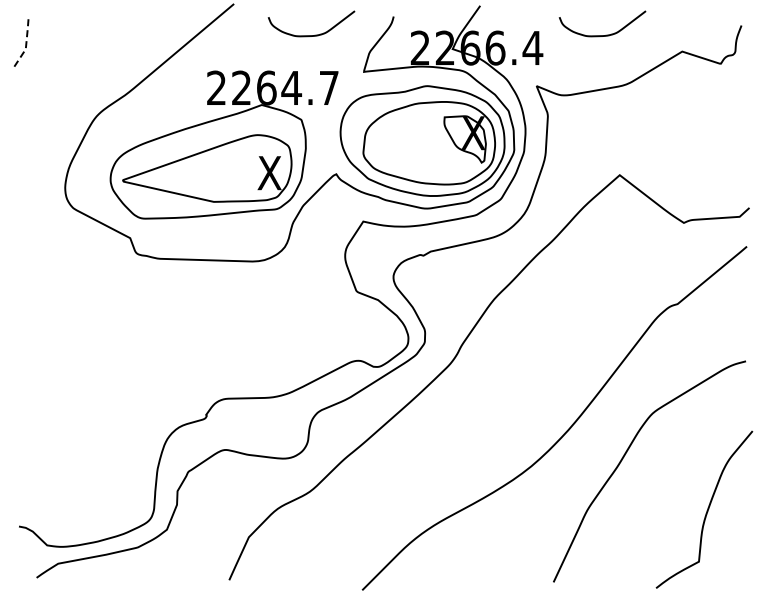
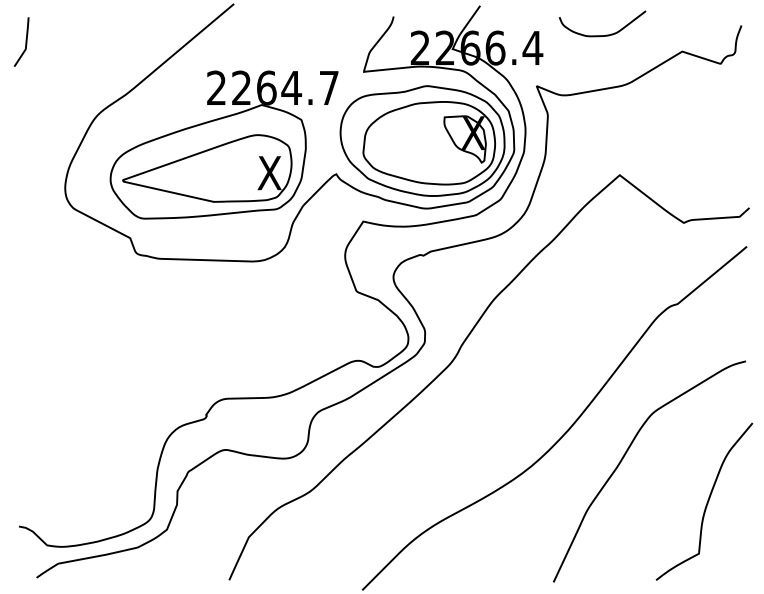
curve at (315, 34): present -> none
line at (26, 43): dashed -> solid
curve at (706, 510) position: (706, 510) -> (706, 502)
